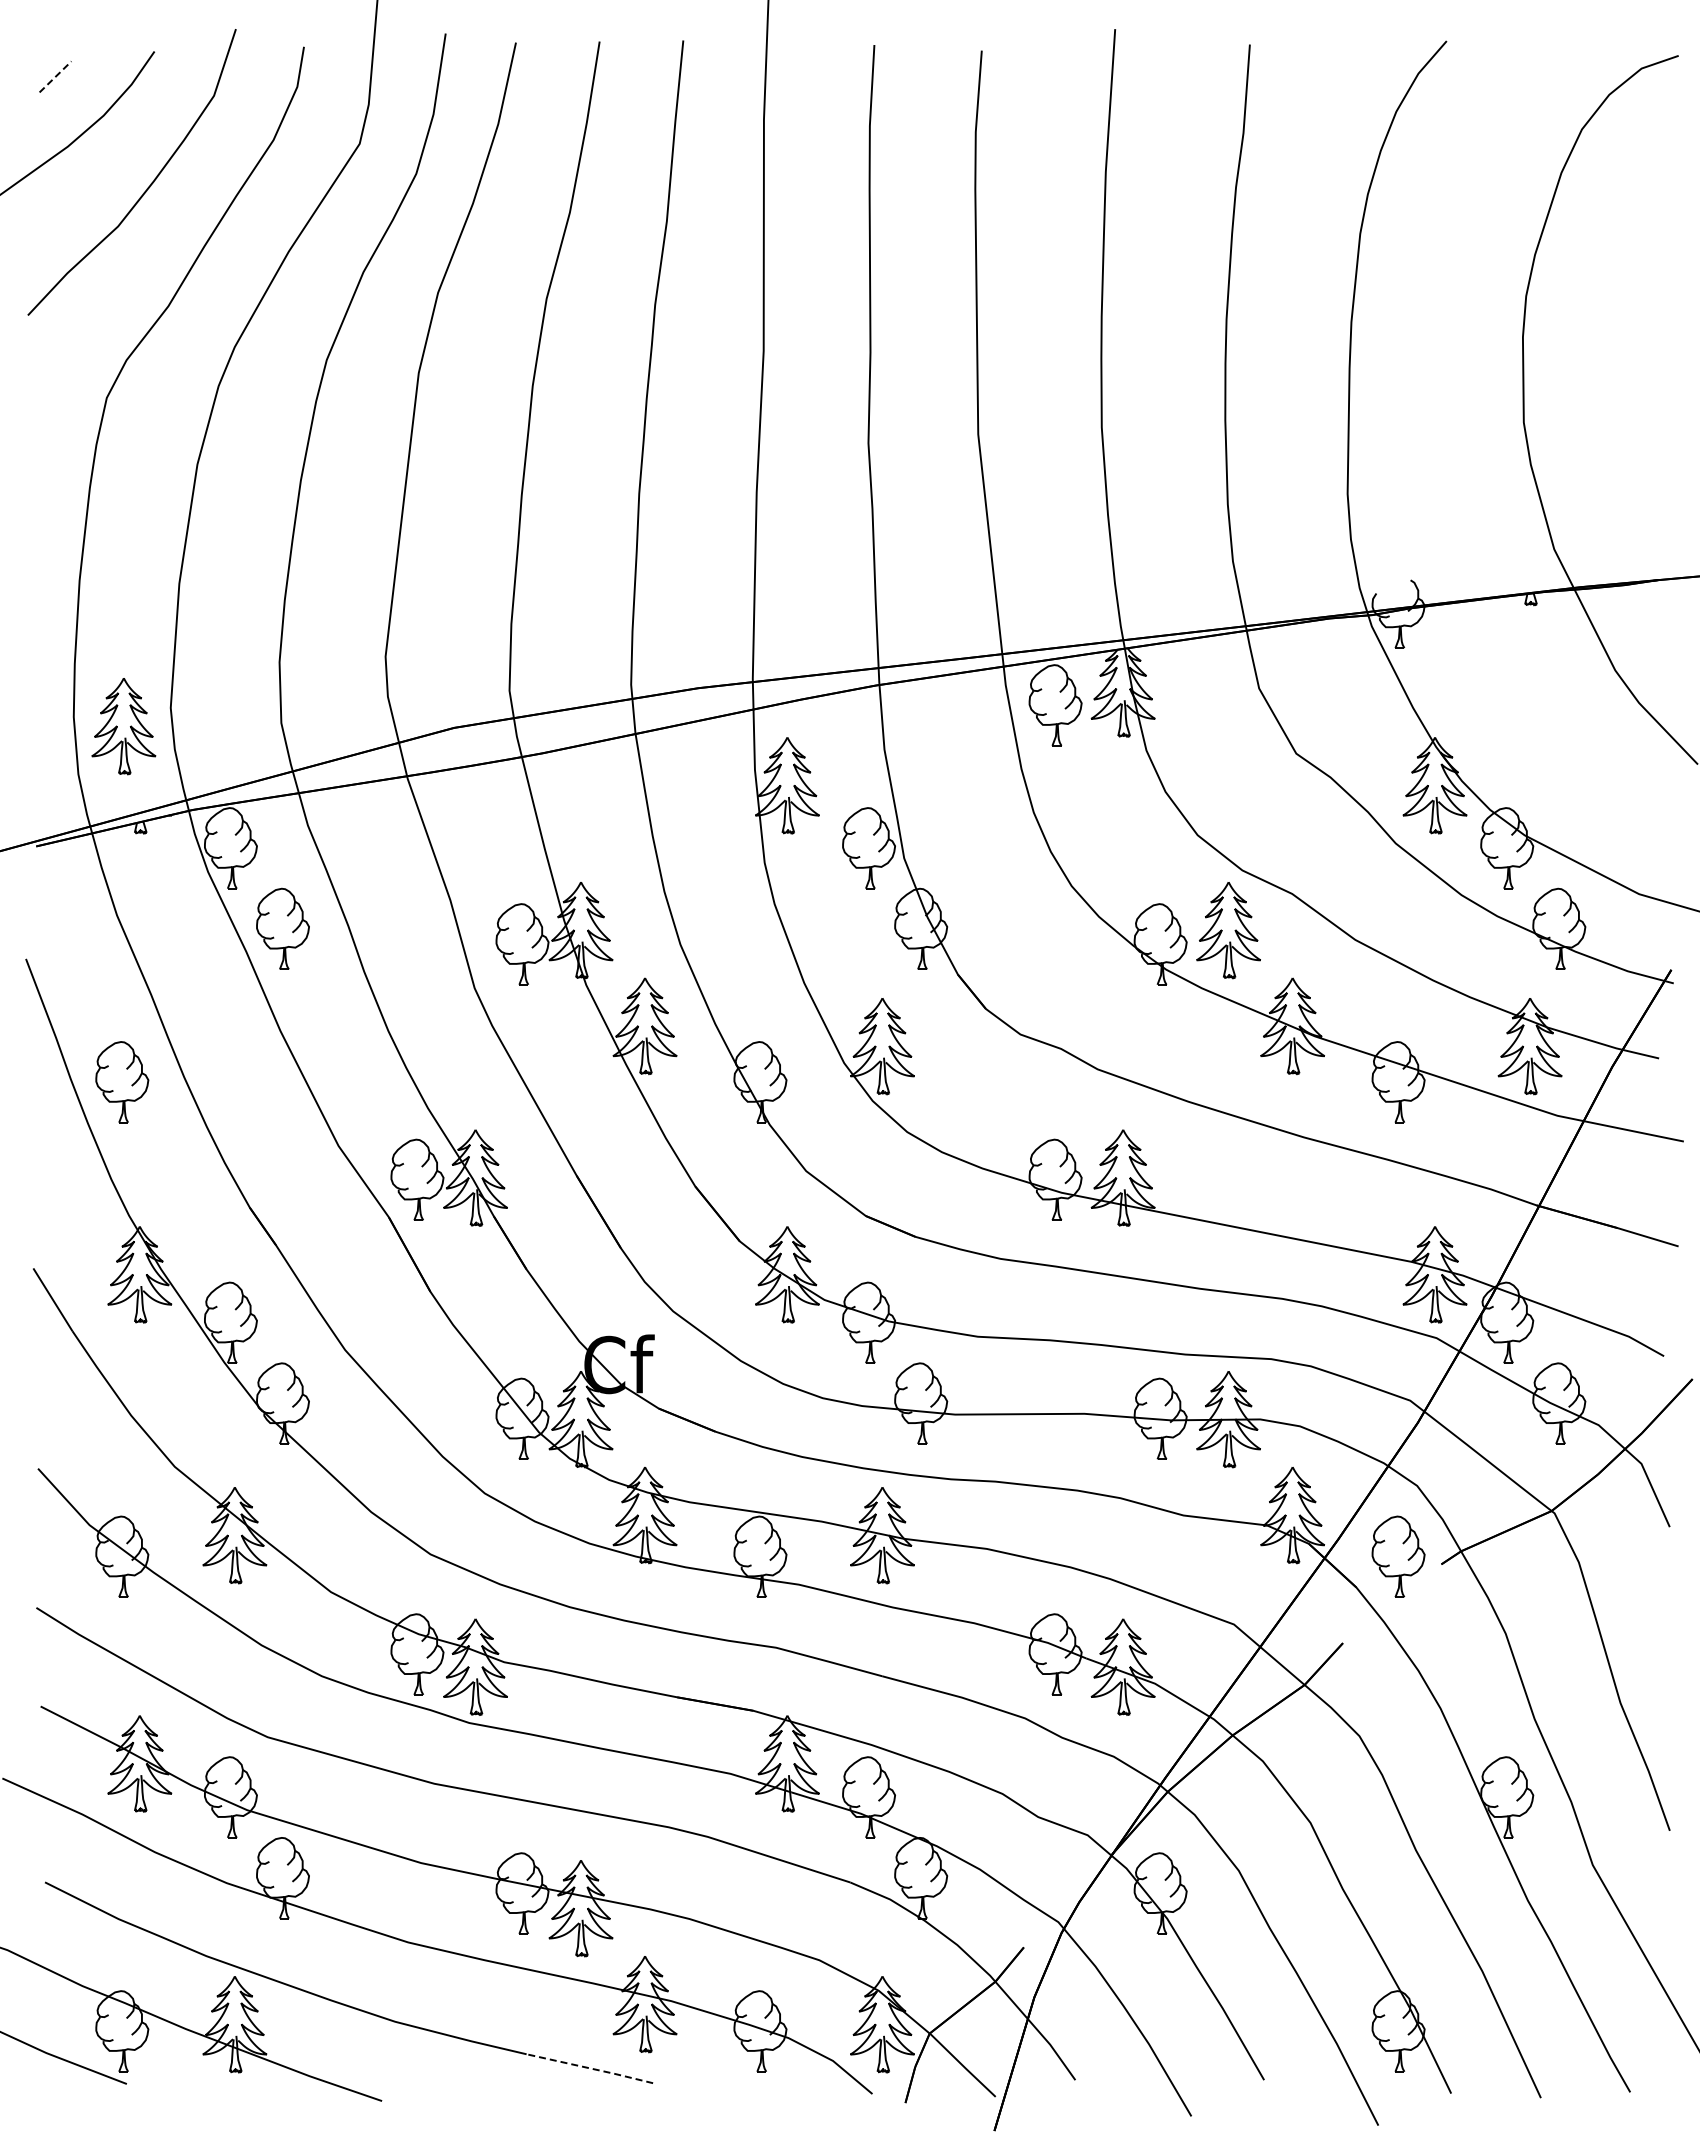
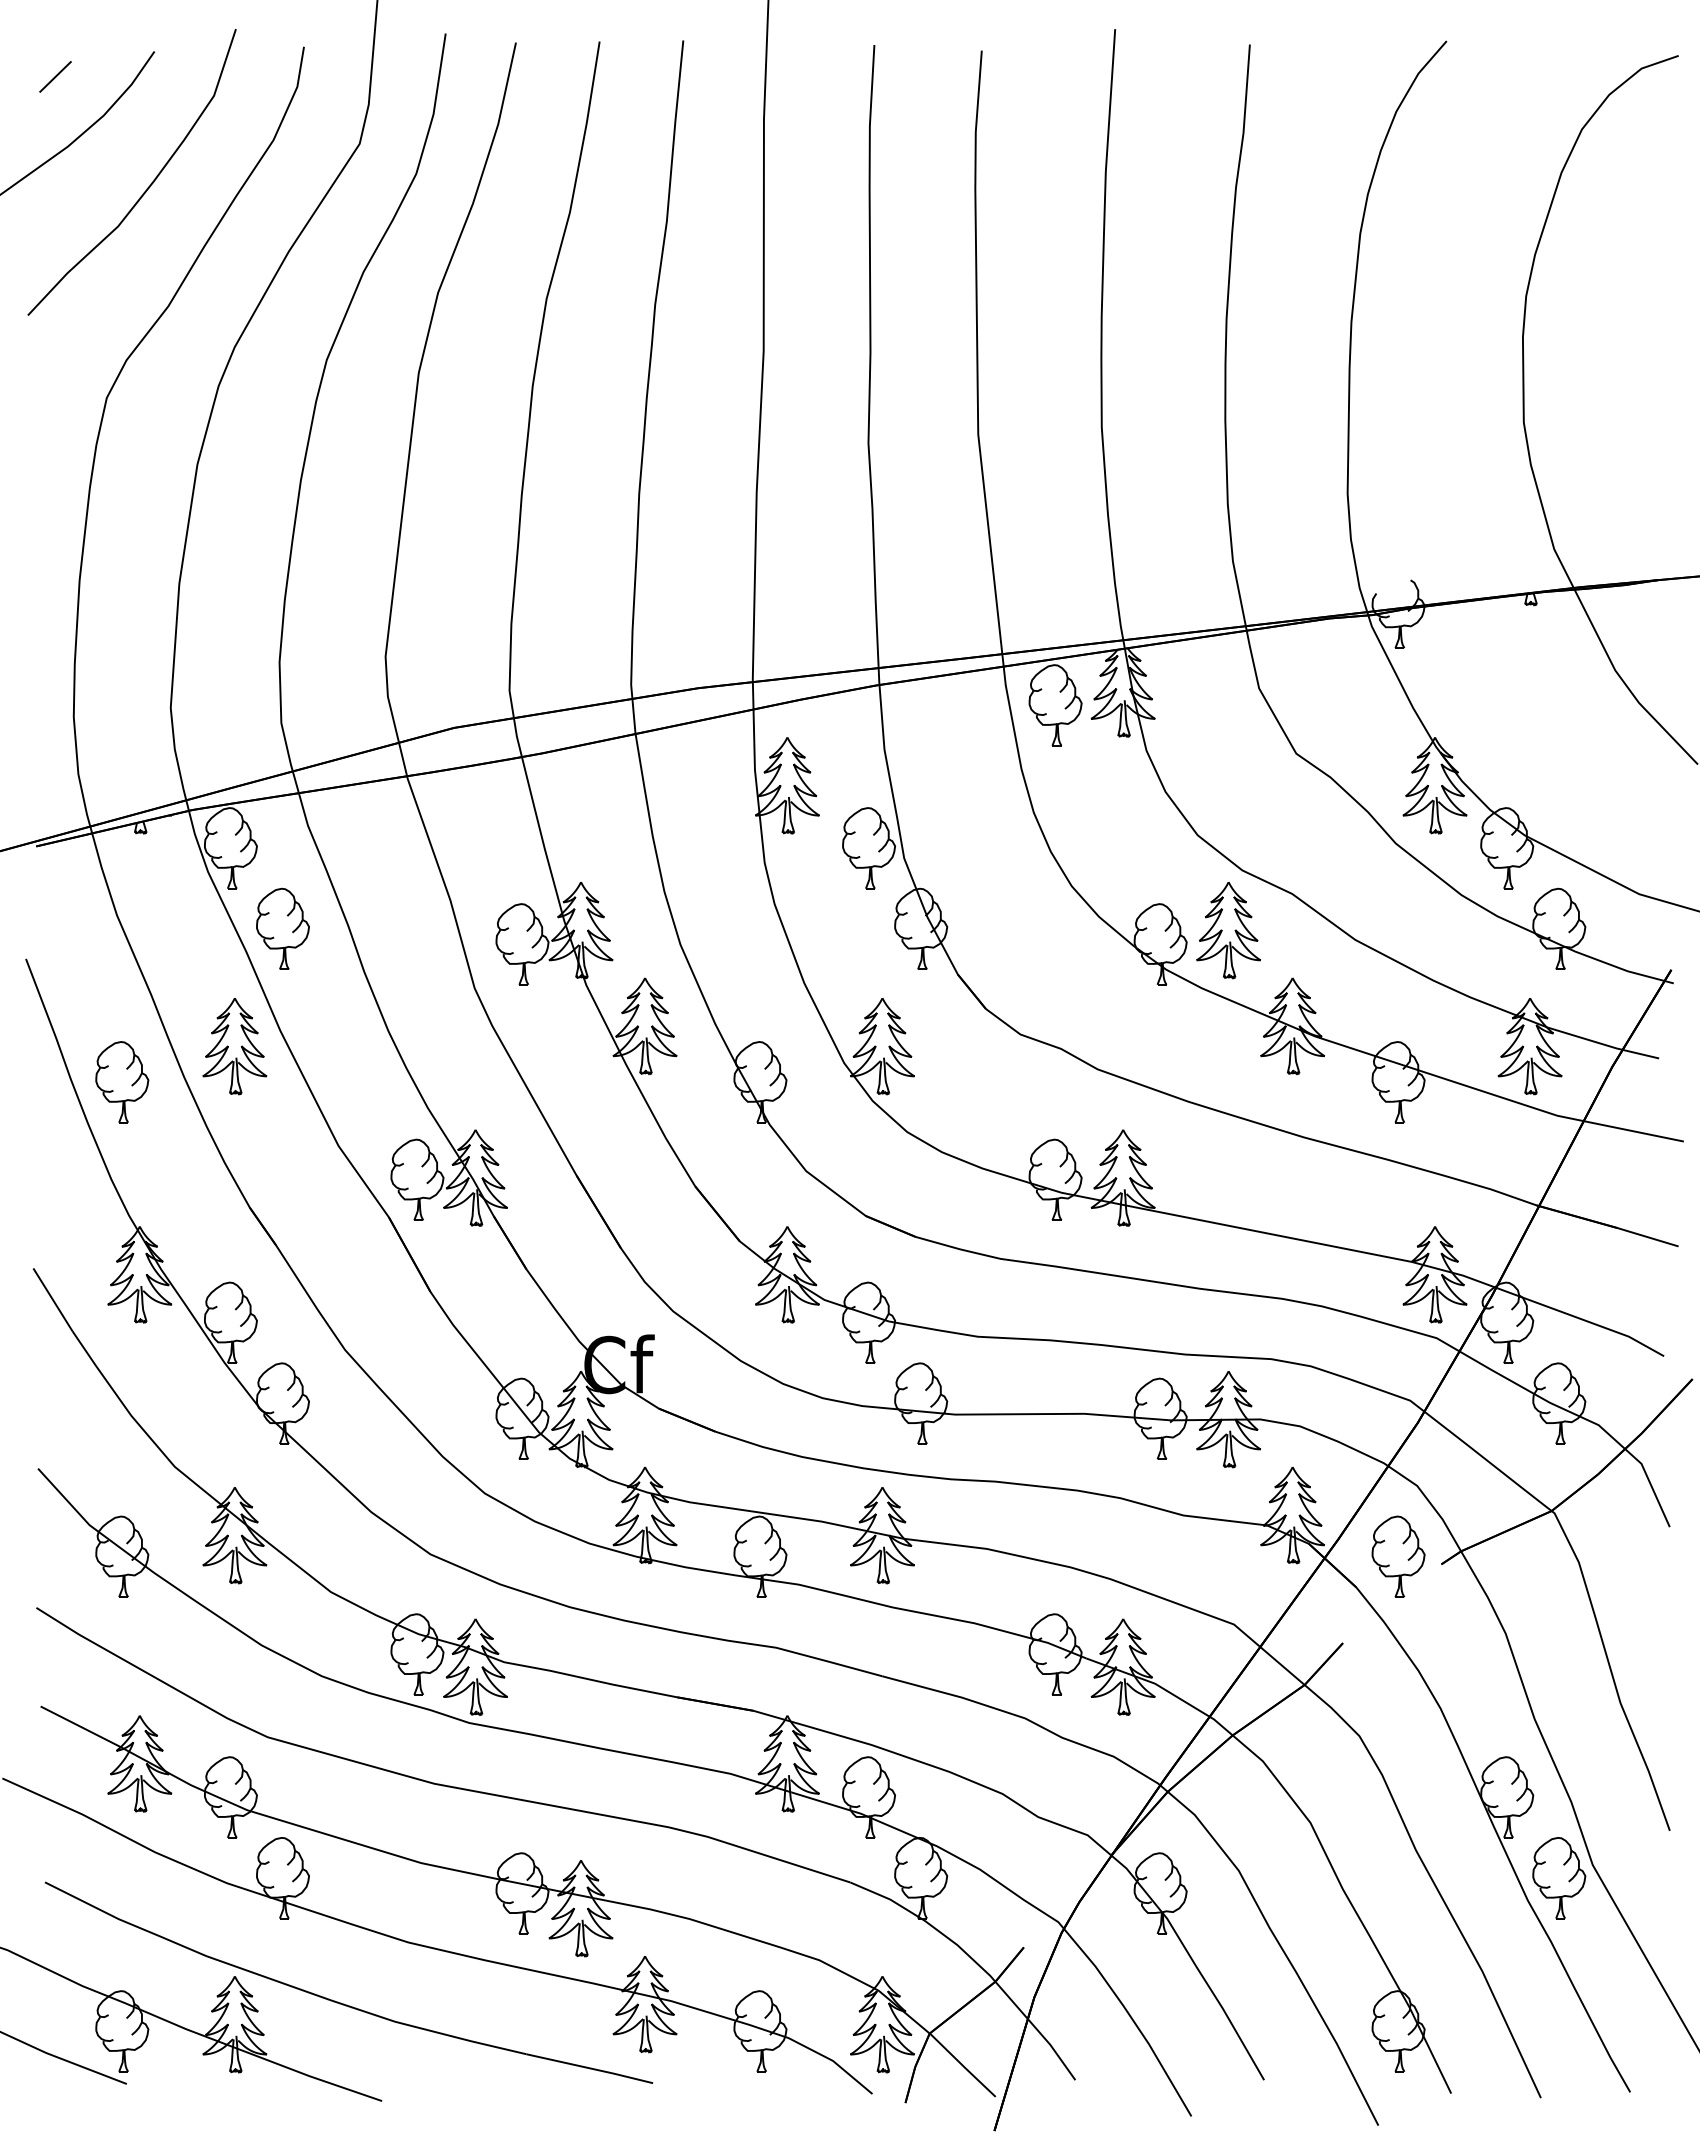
line at (55, 76): dashed -> solid
part at (123, 726) position: (123, 726) -> (234, 1046)
part at (1559, 1878): none -> present
line at (590, 2068): dashed -> solid
